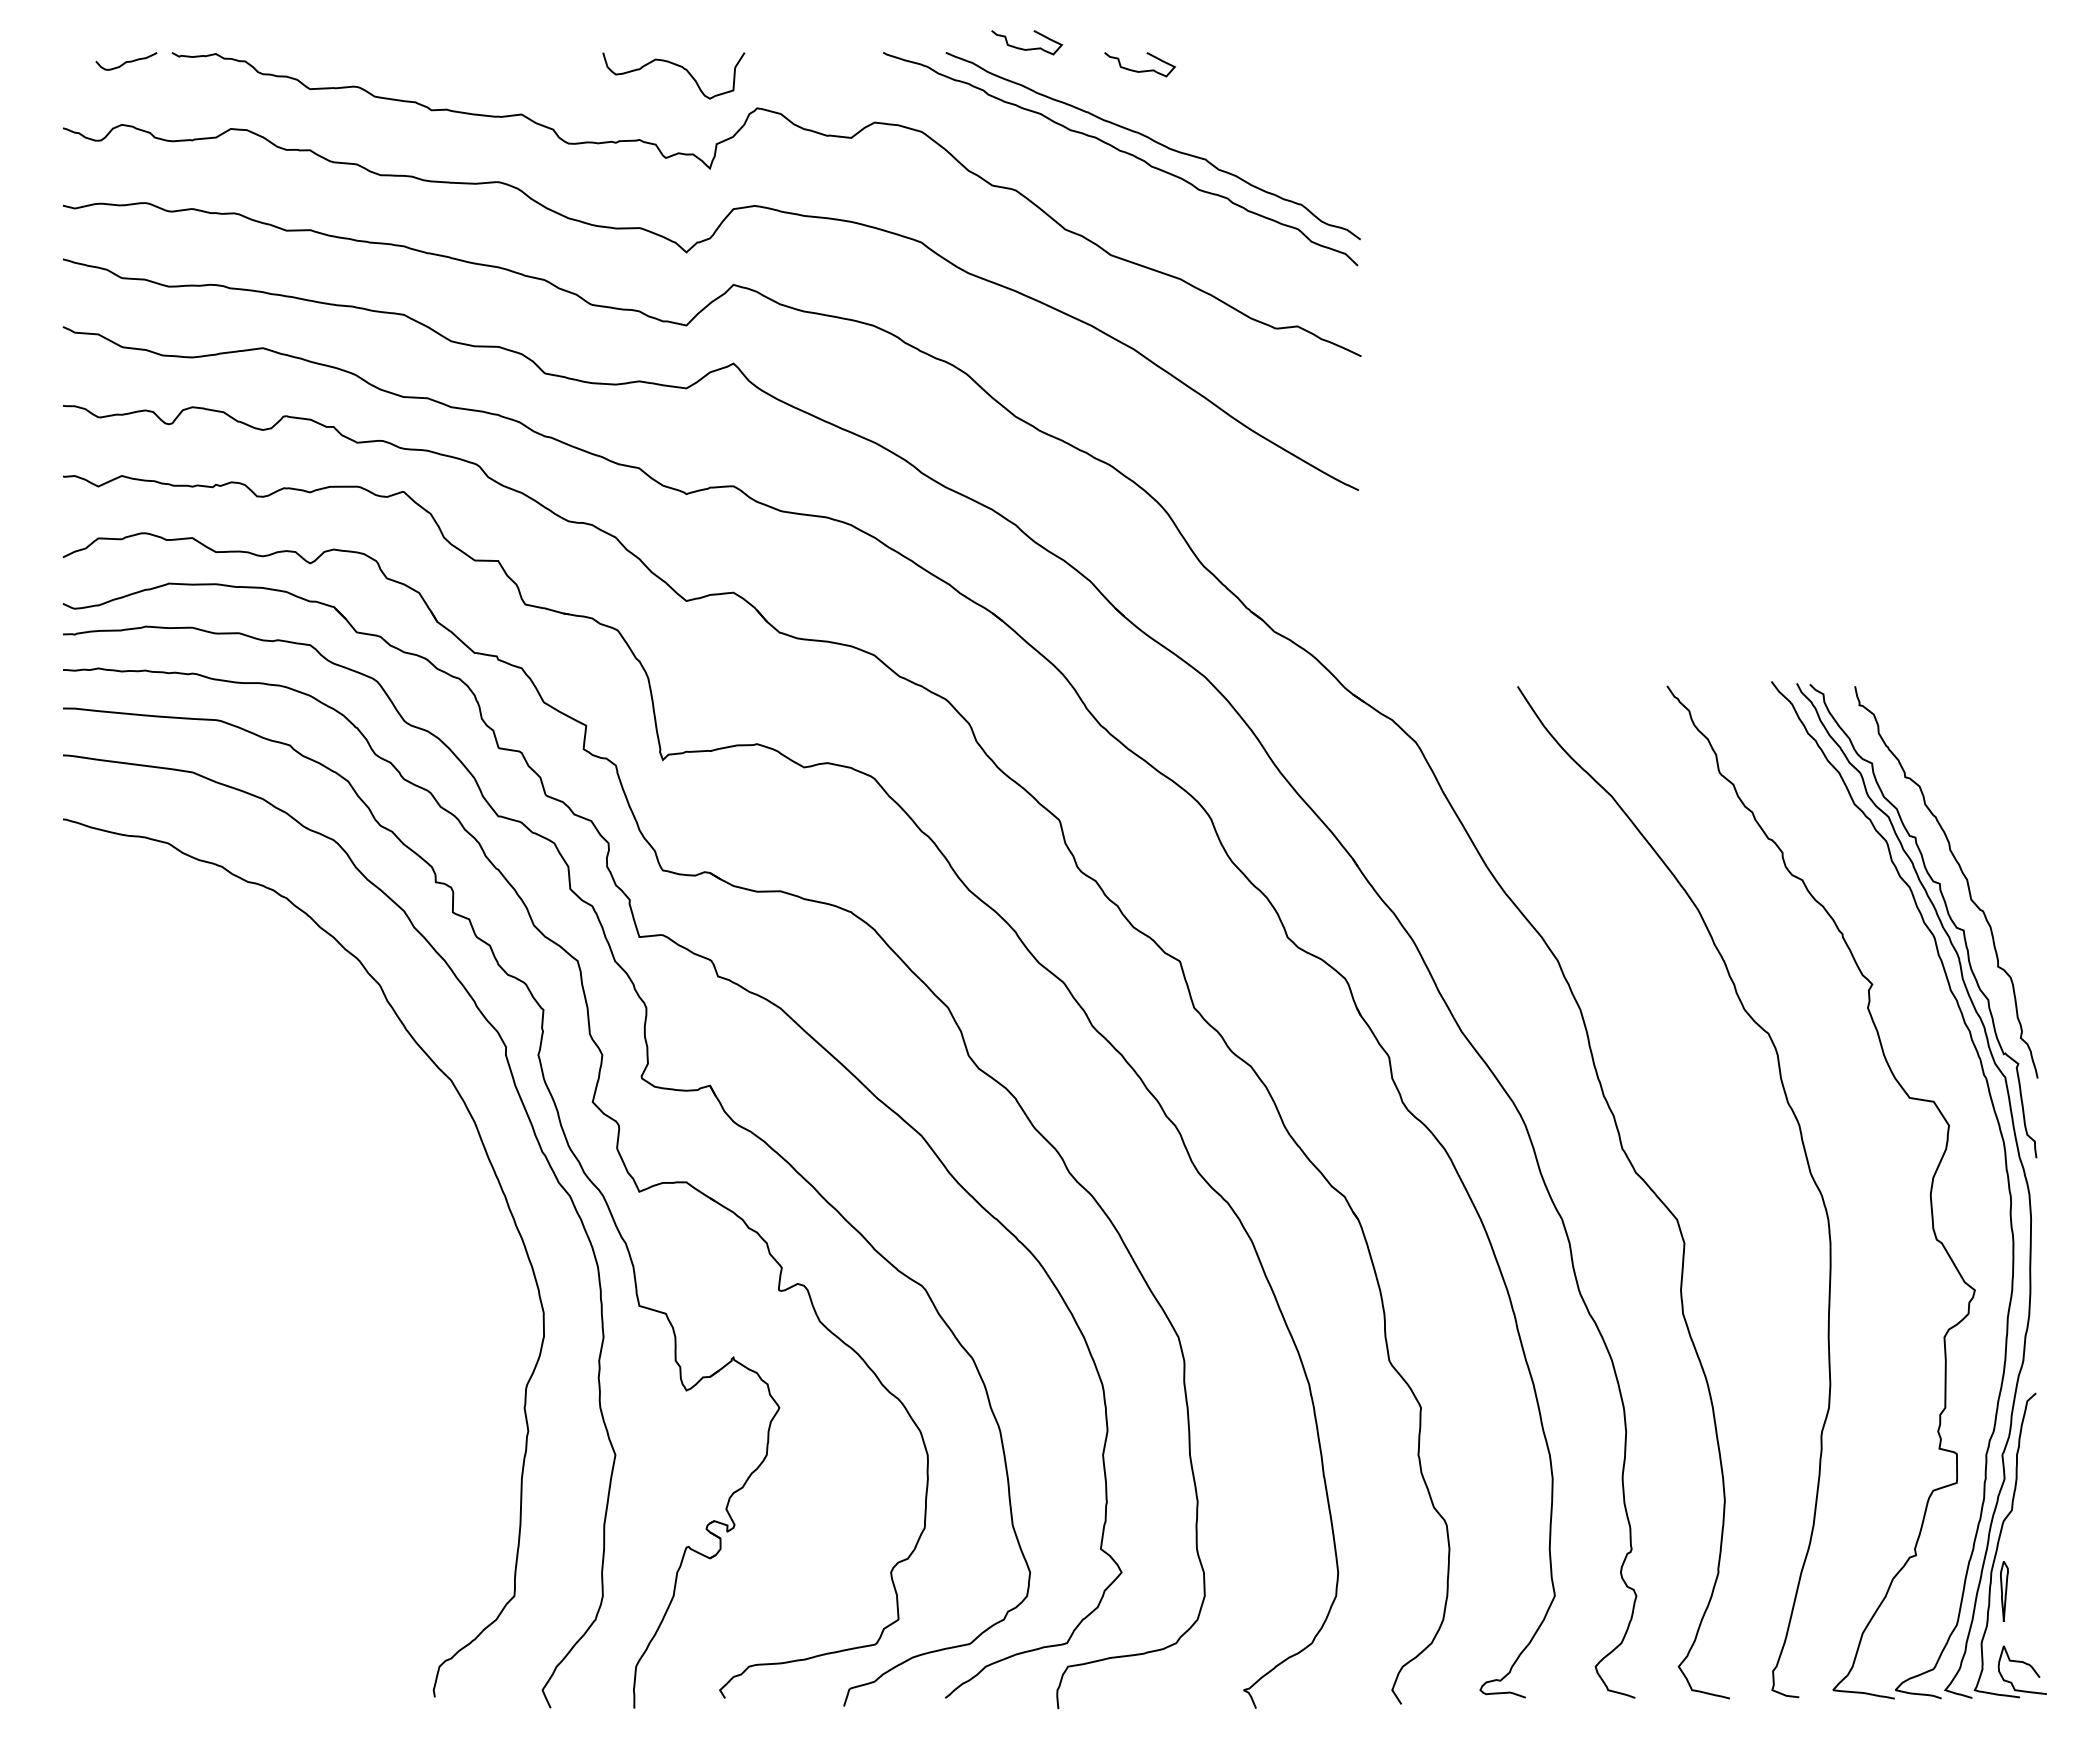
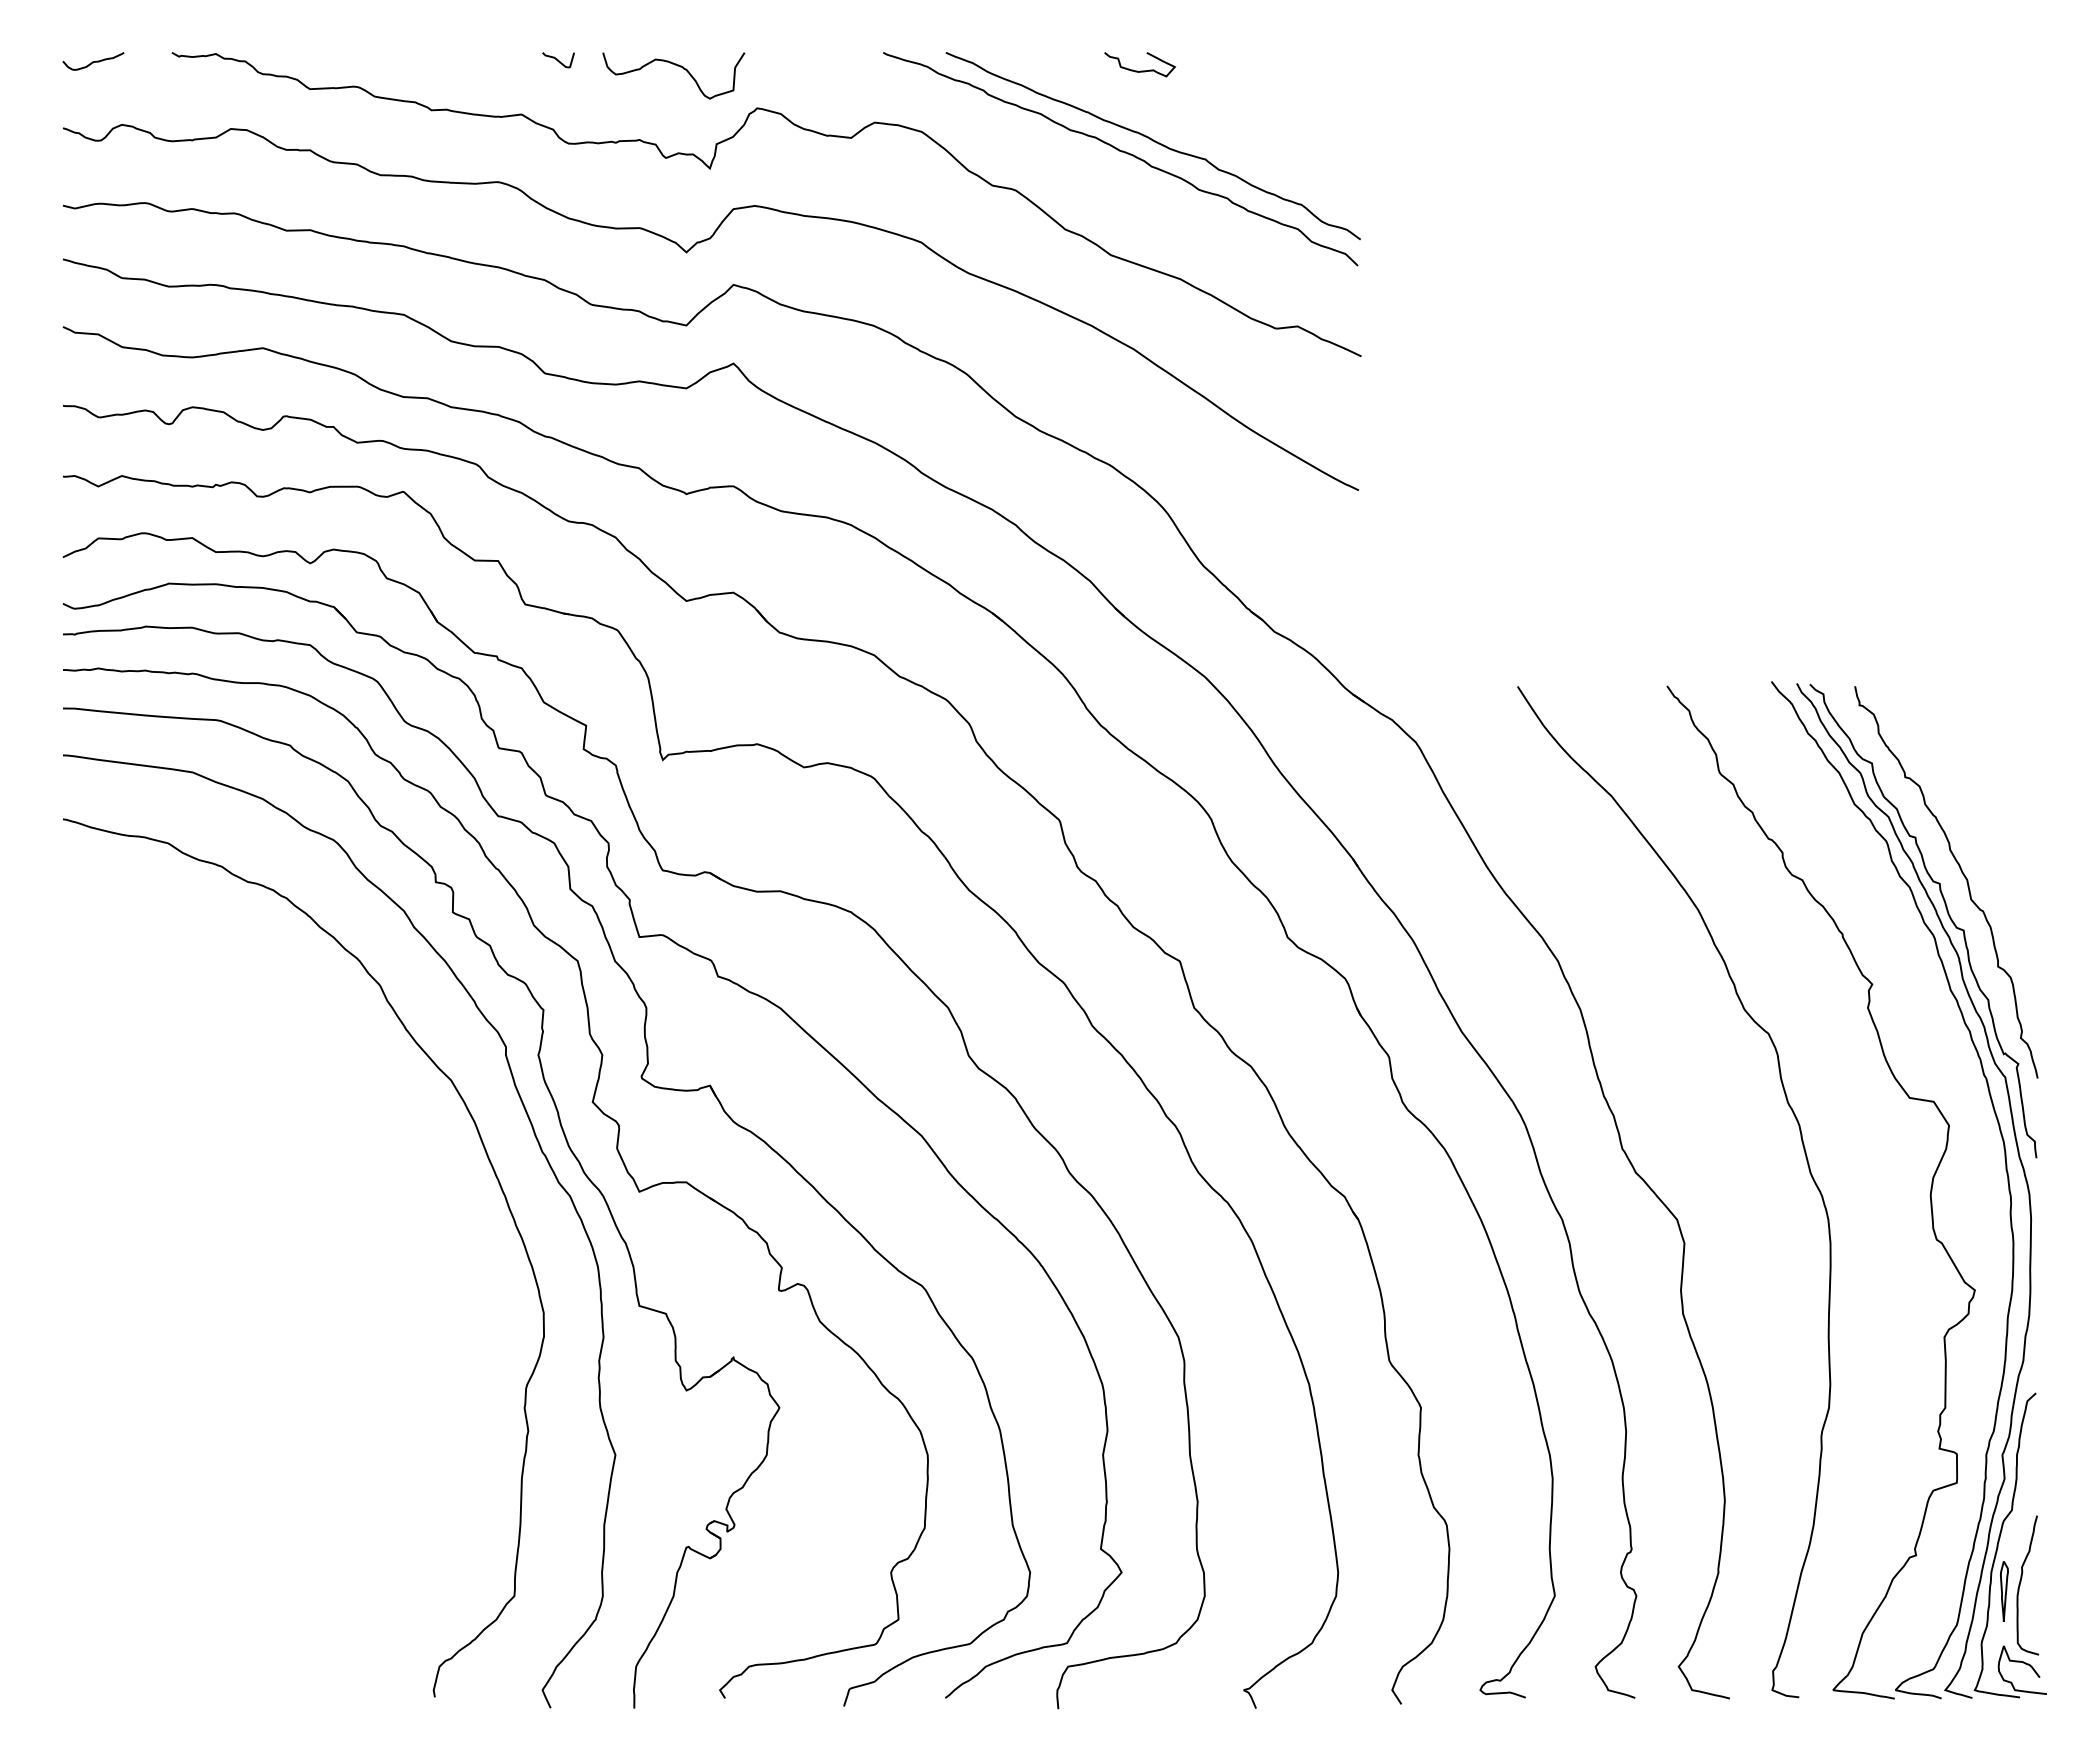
part at (1027, 42): present -> none
curve at (558, 60): none -> present
curve at (126, 61) position: (126, 61) -> (93, 61)
curve at (2021, 1582): none -> present
